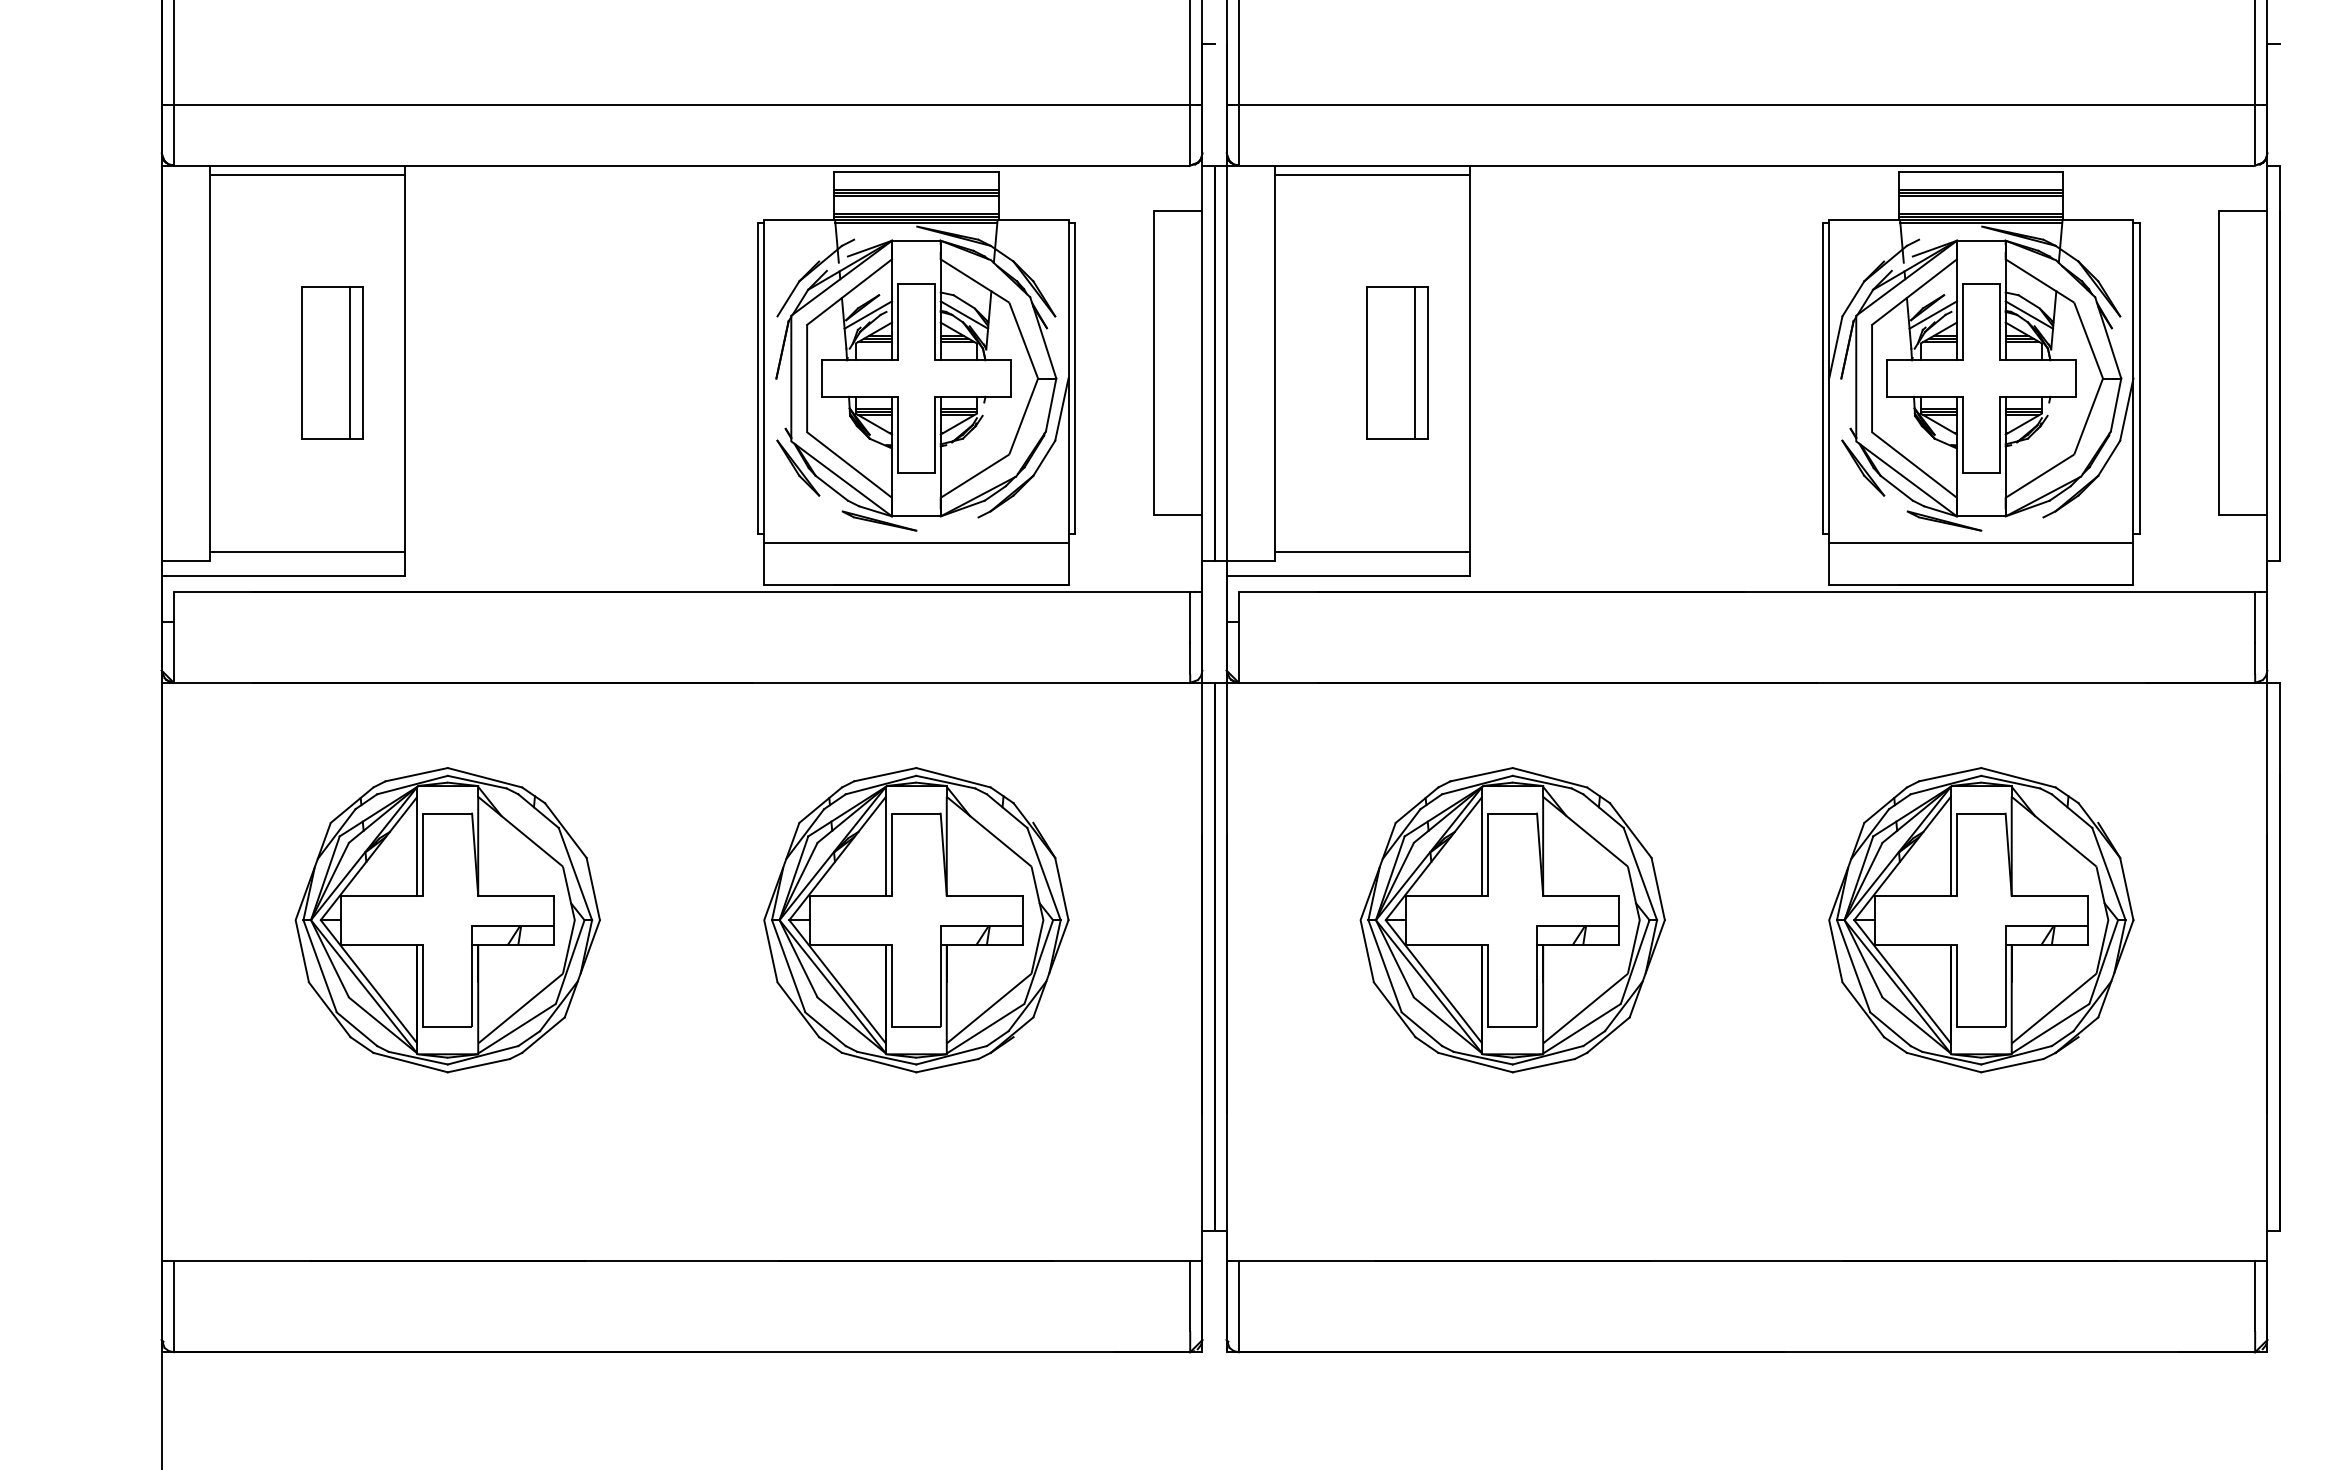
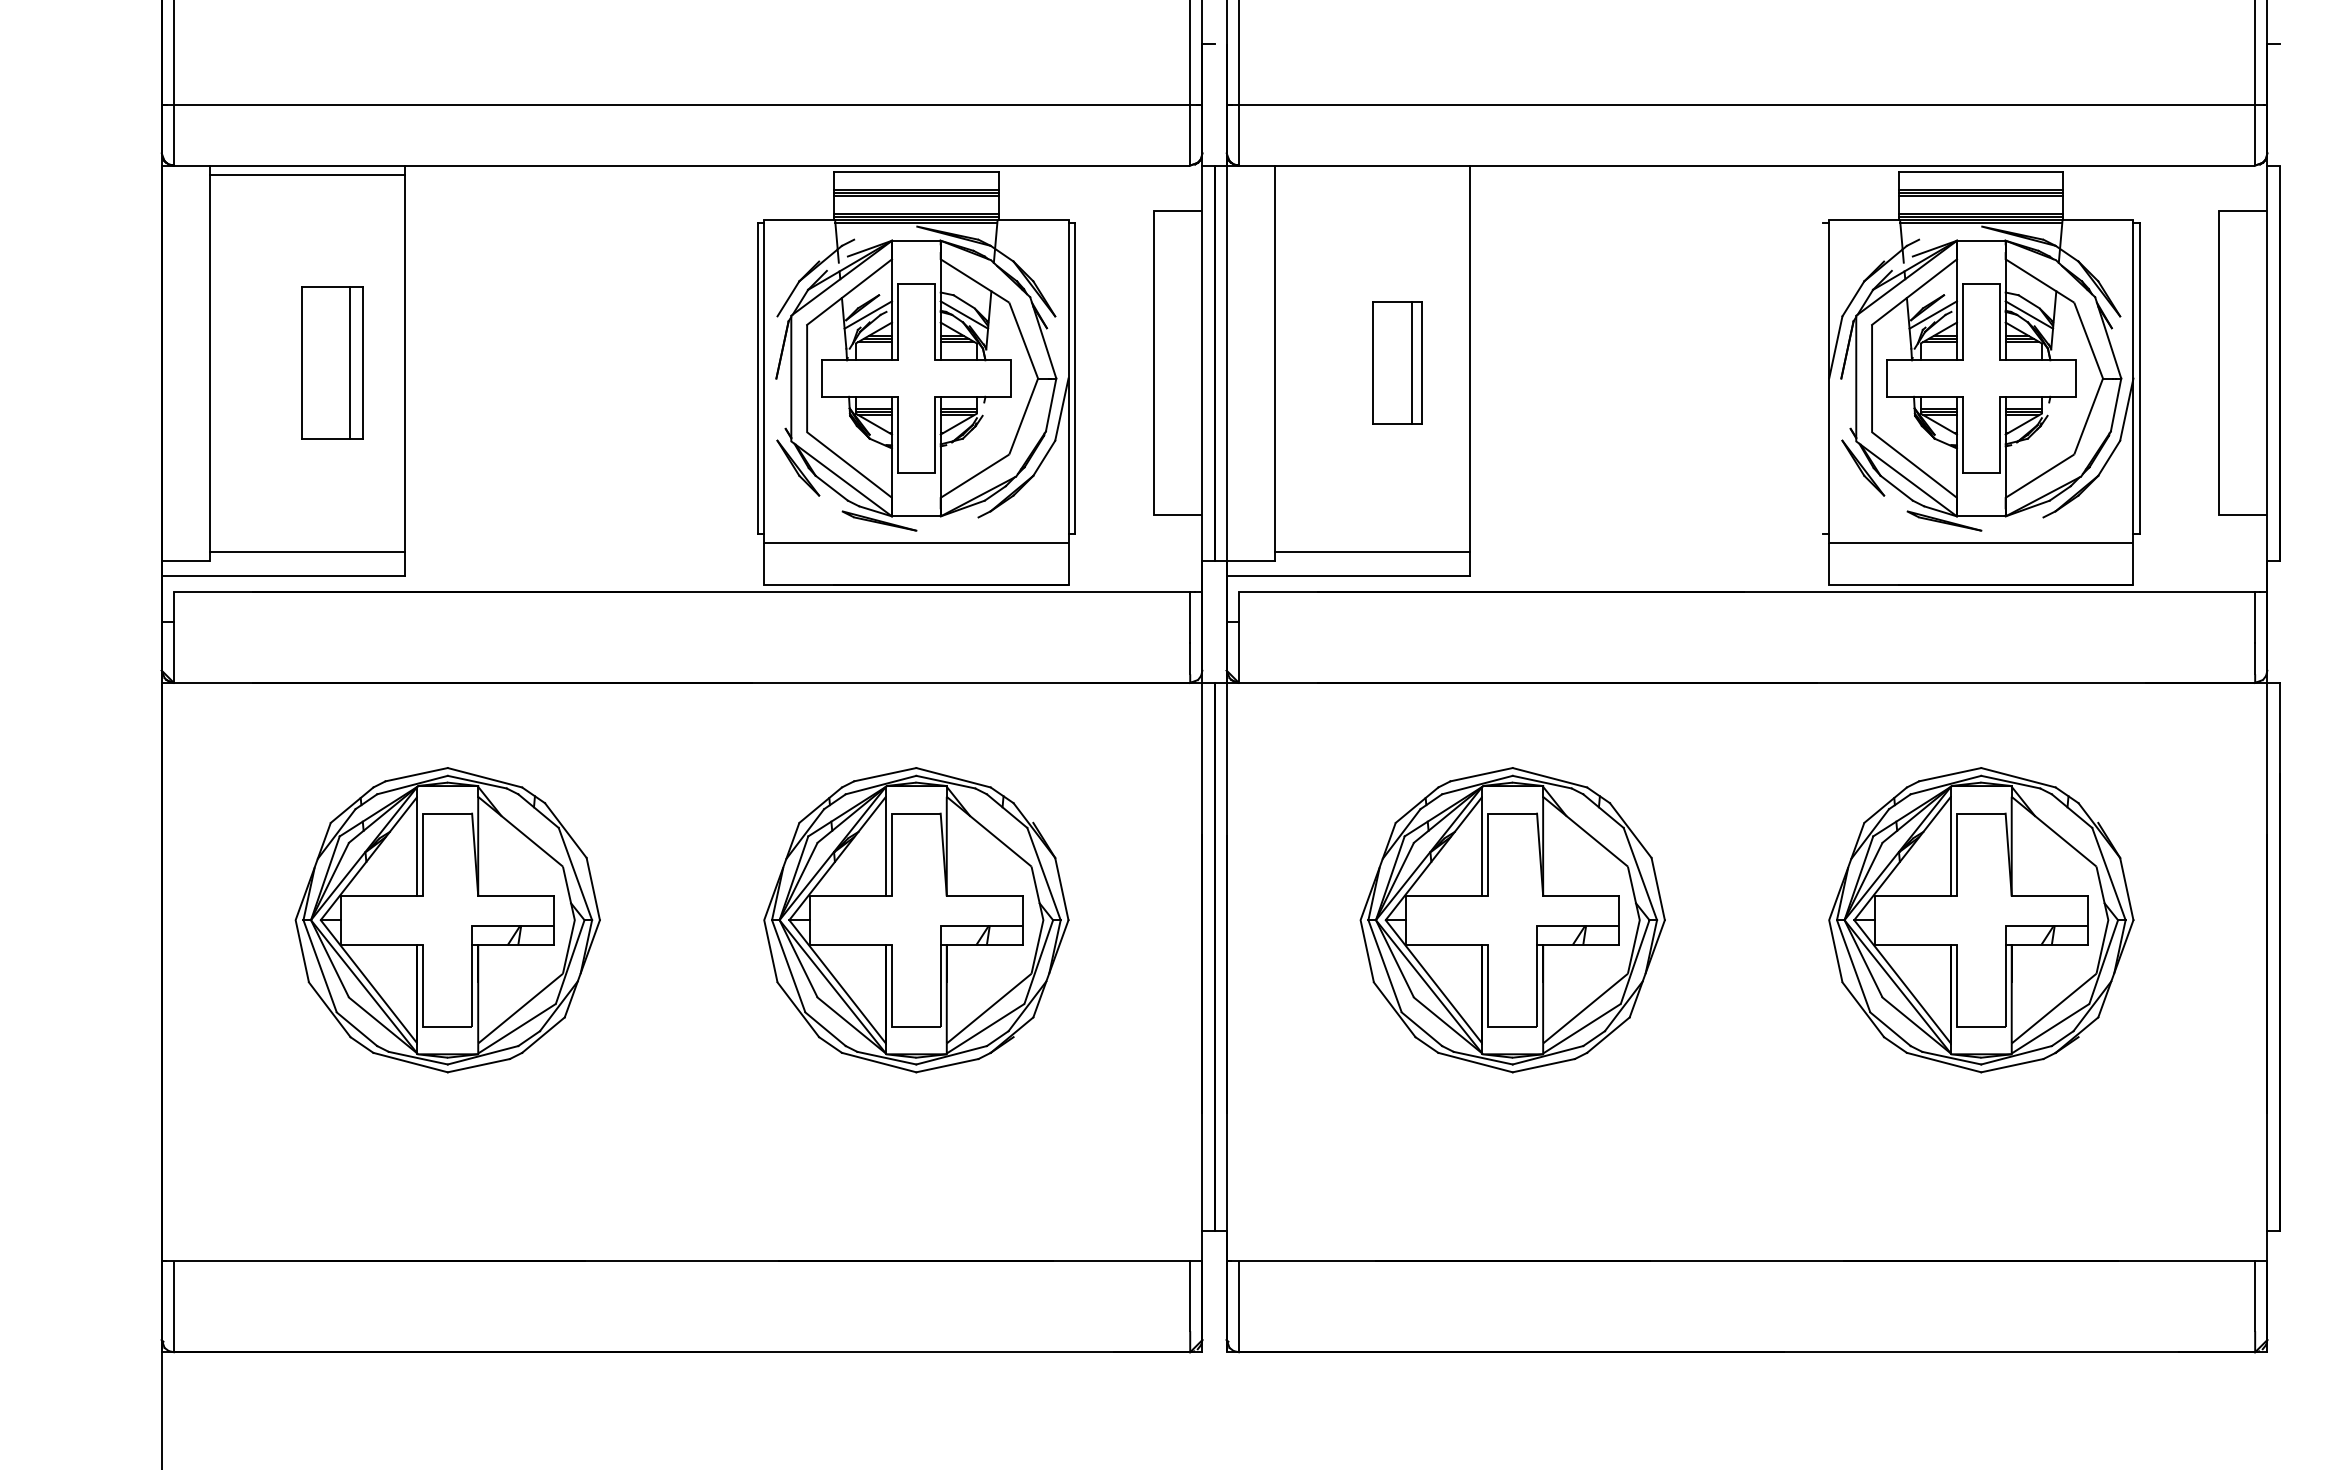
line at (1372, 174): present -> none
part at (1397, 362) size: 63x154 px -> 51x124 px
line at (1823, 378): present -> none
